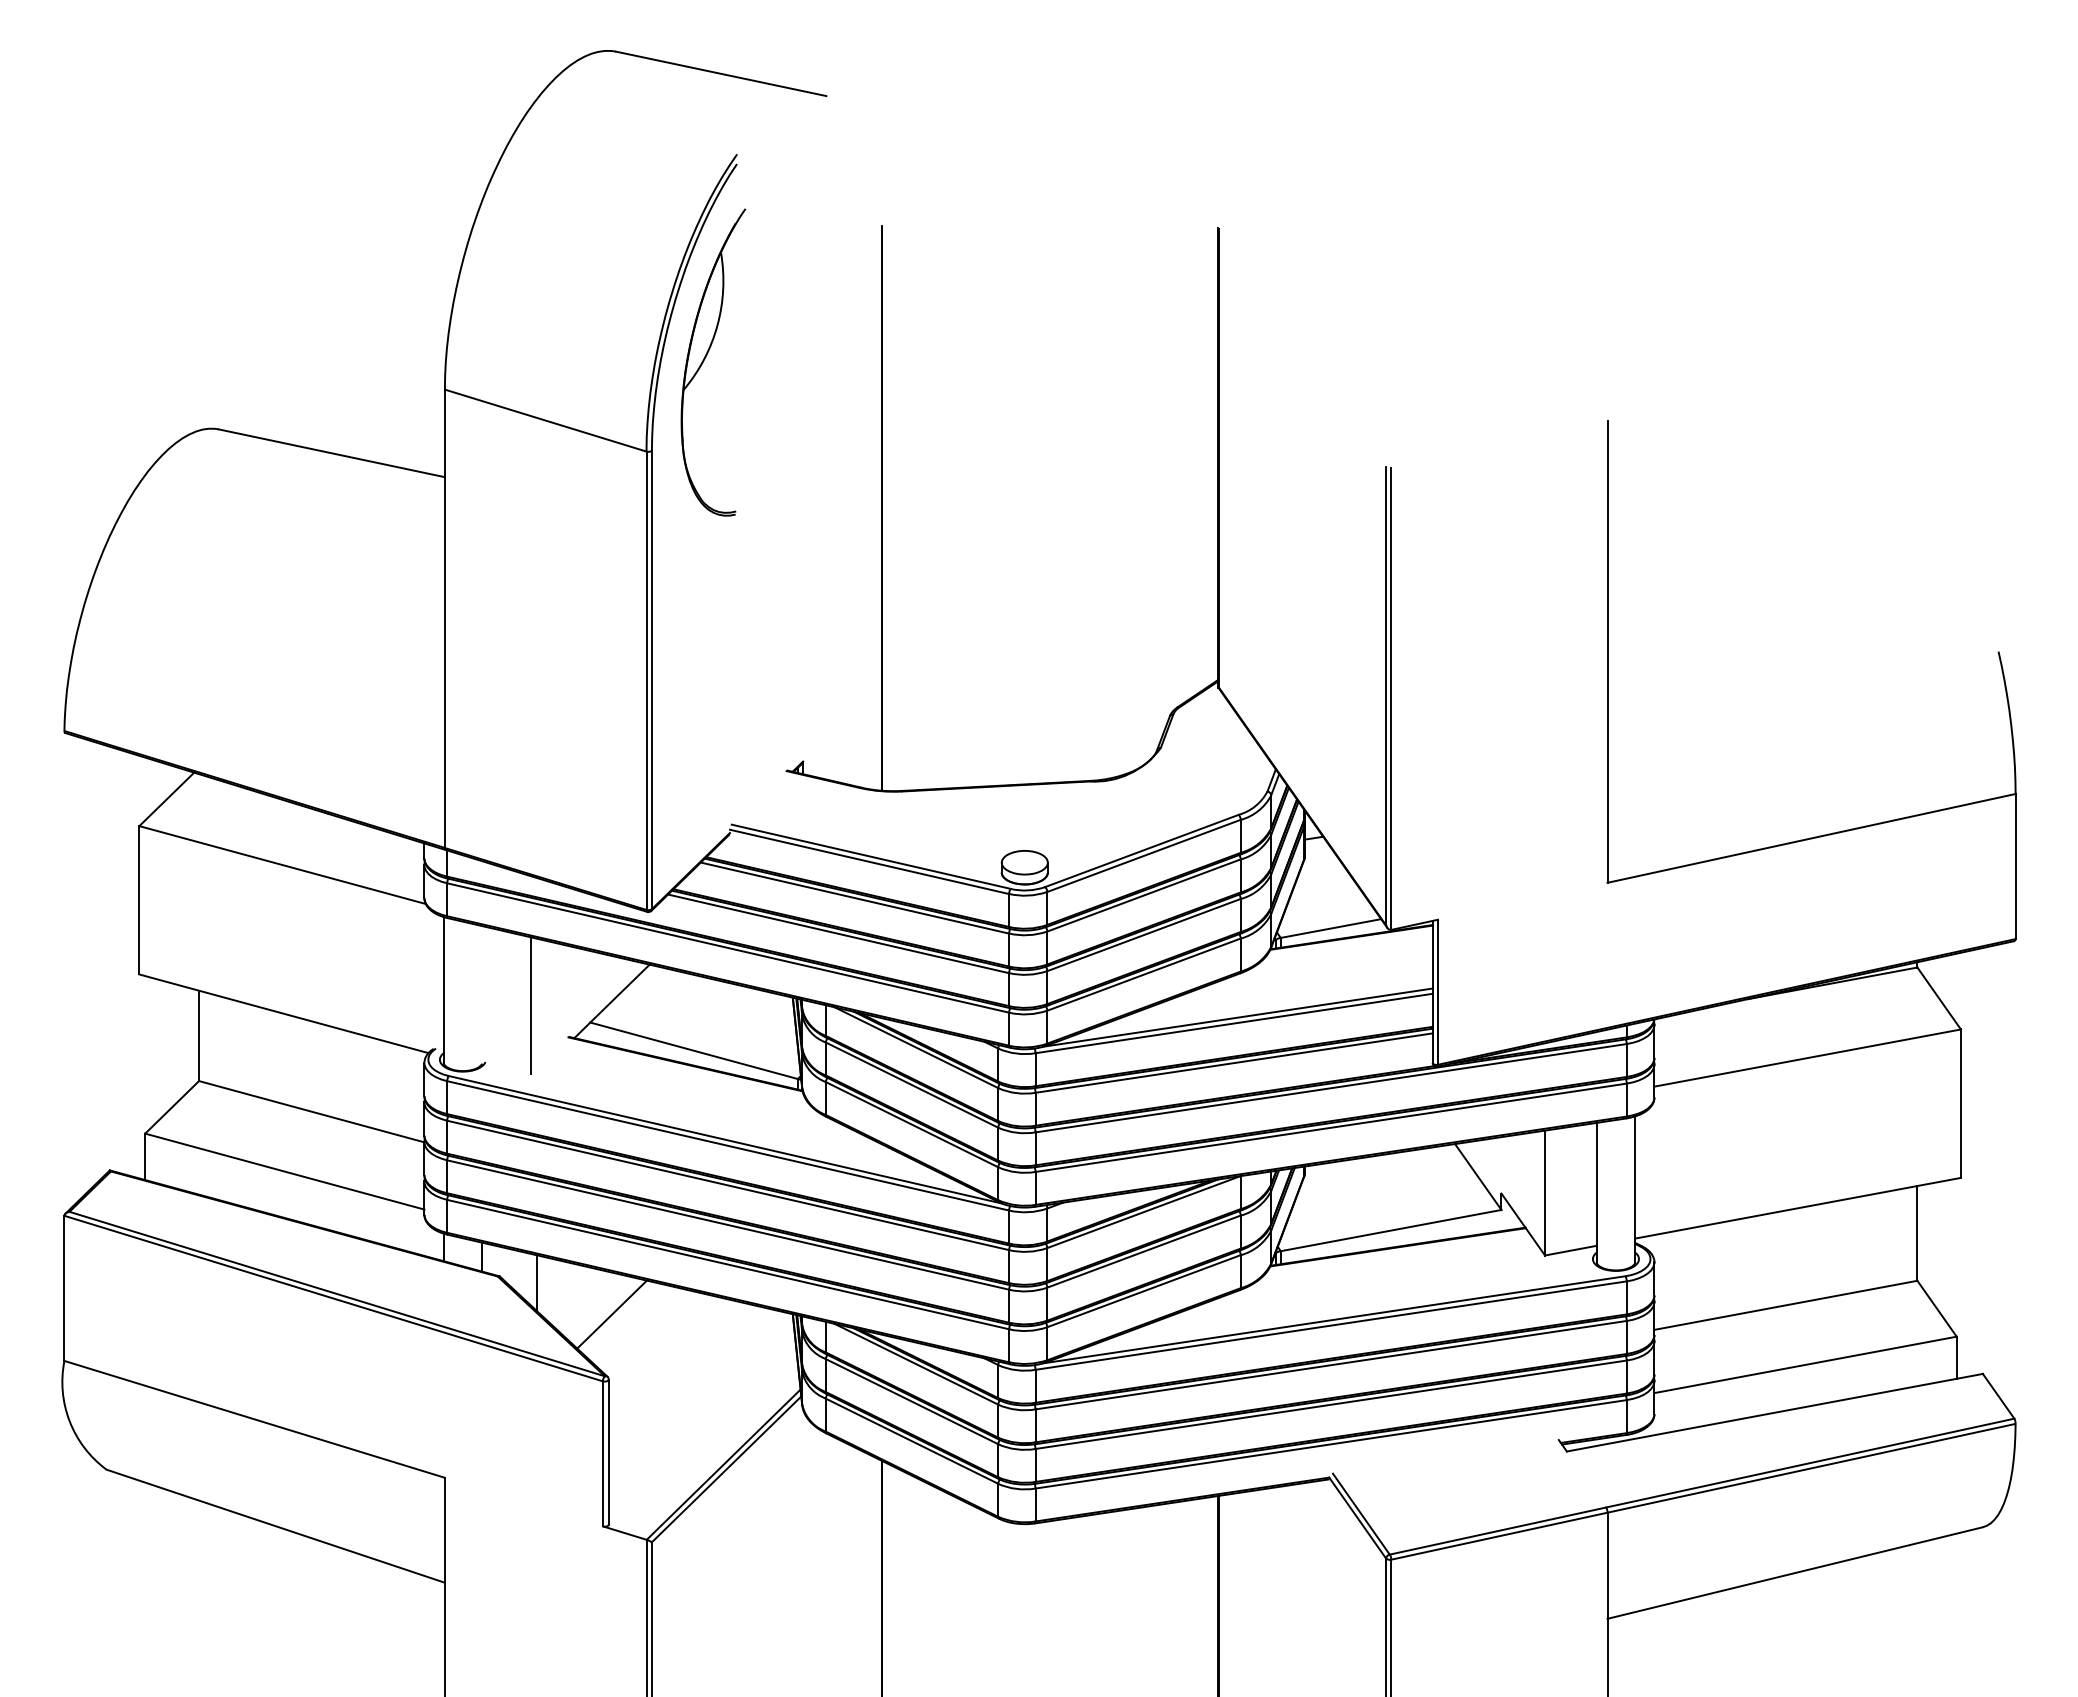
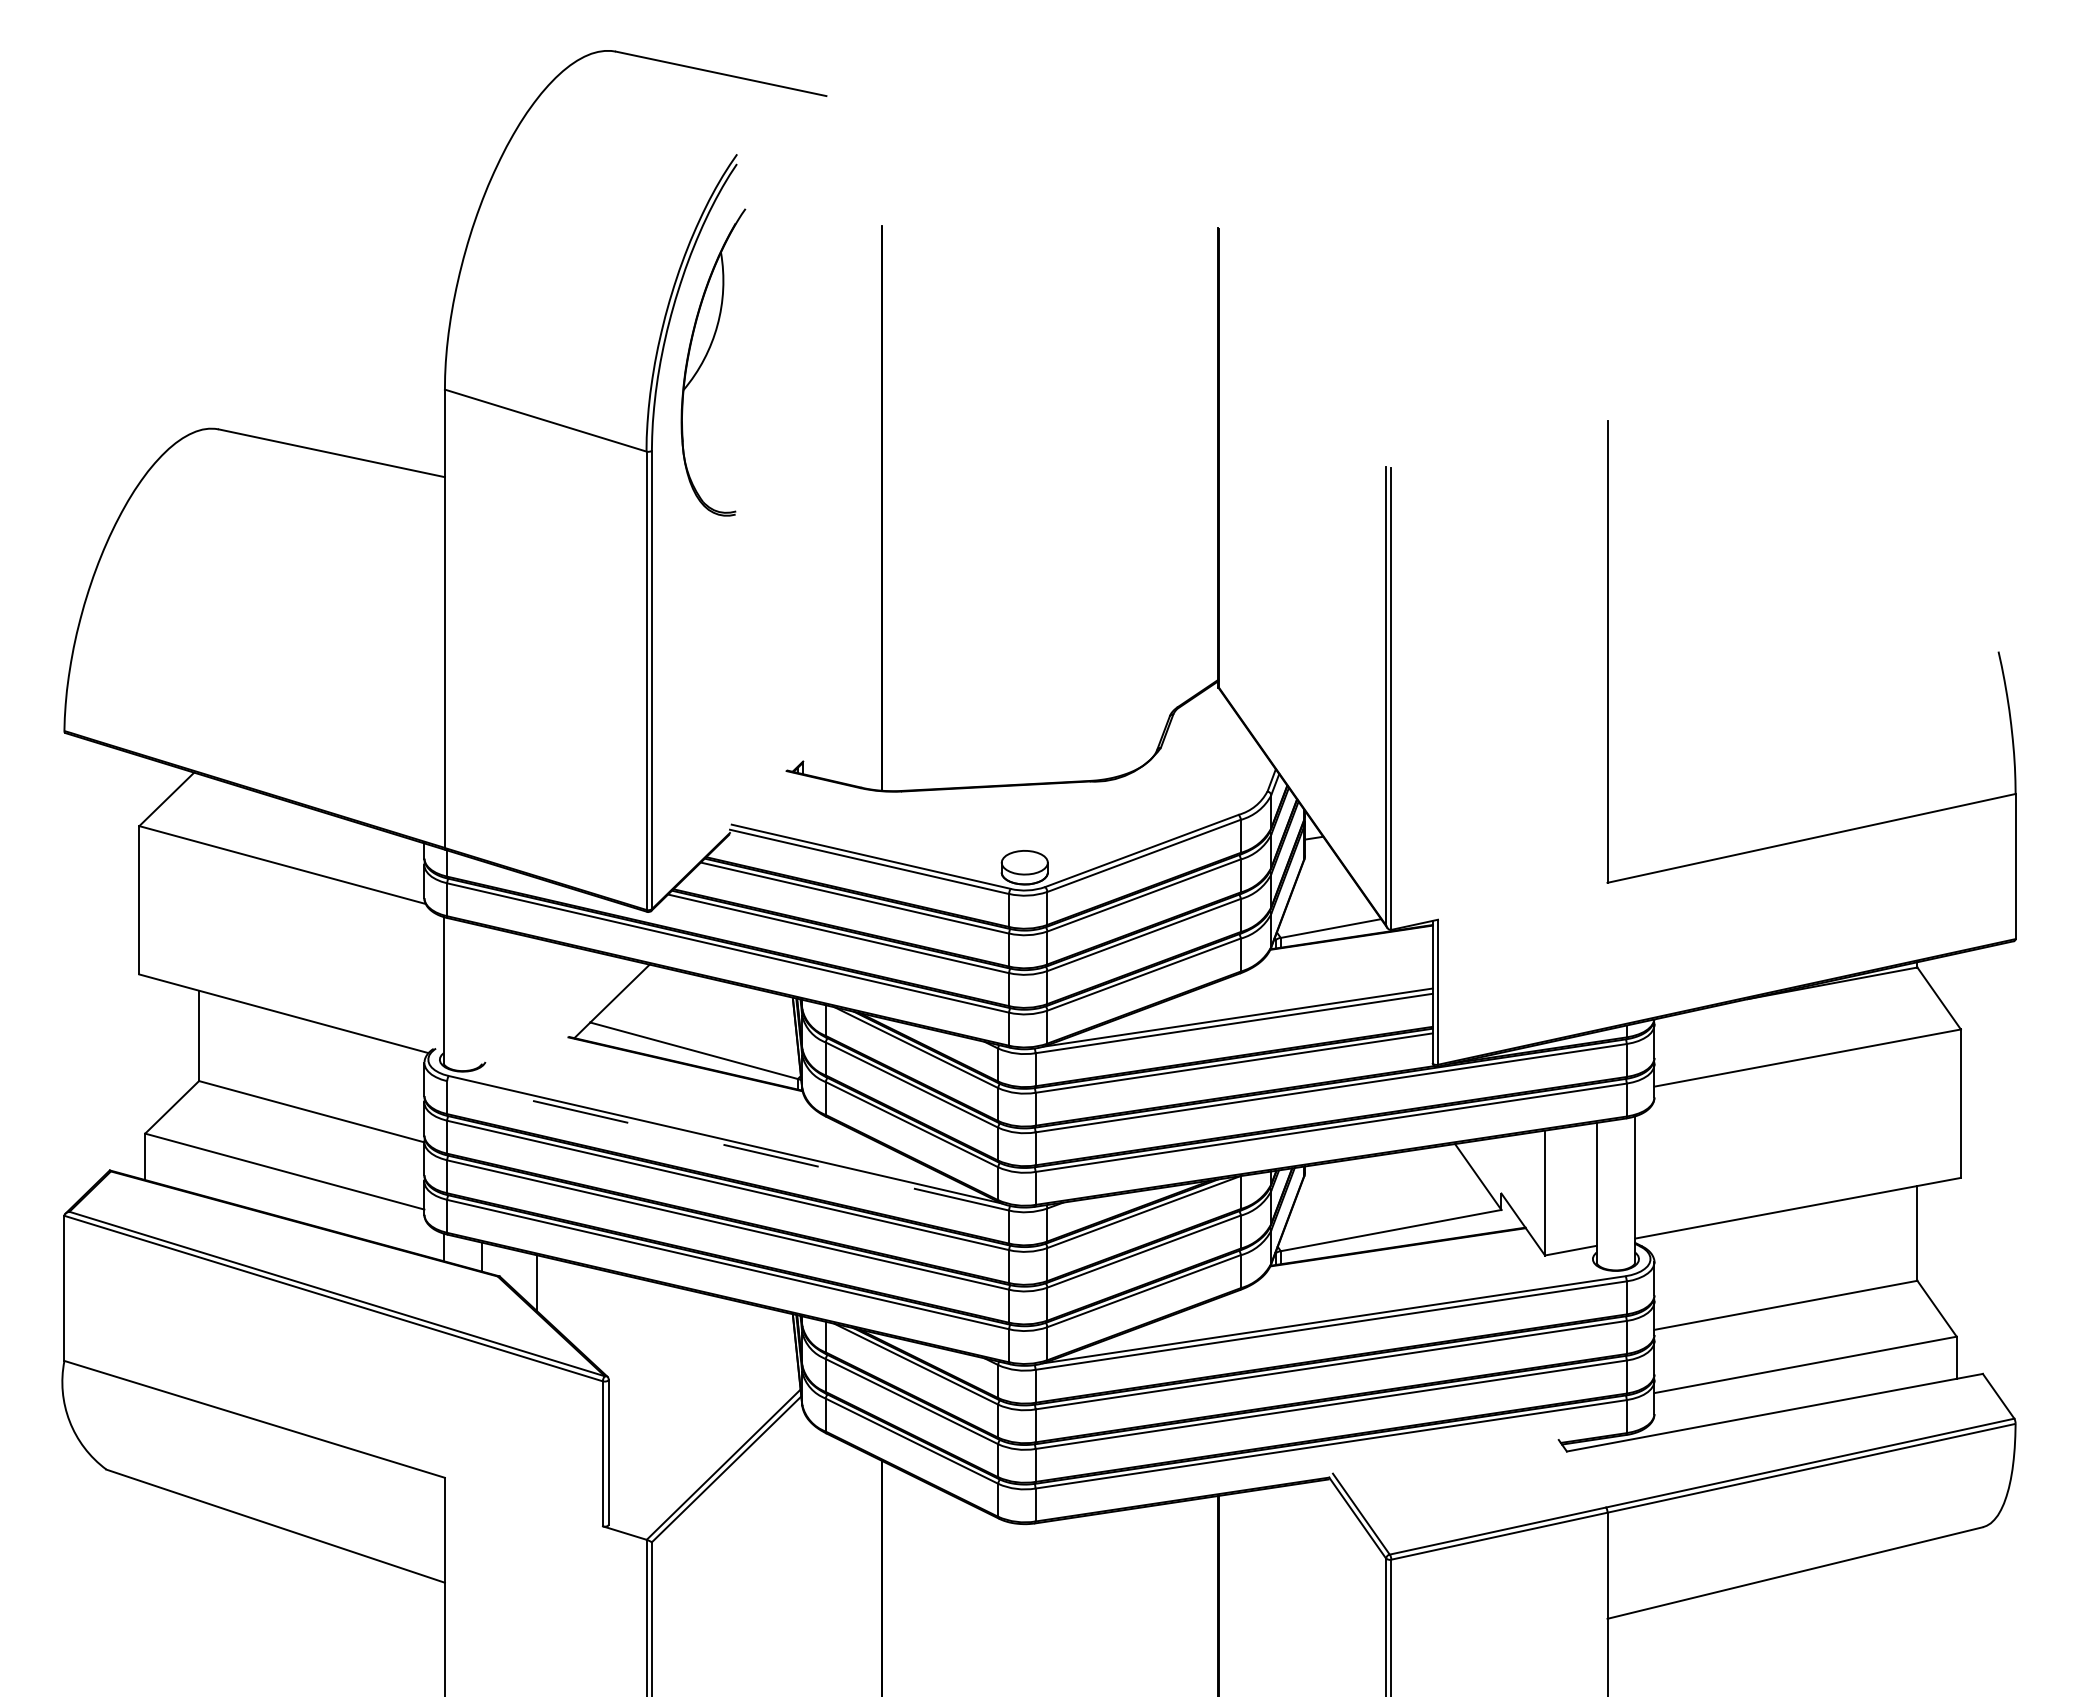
line at (530, 1005): present -> none
line at (727, 1145): solid -> dashed
line at (611, 1314): present -> none
